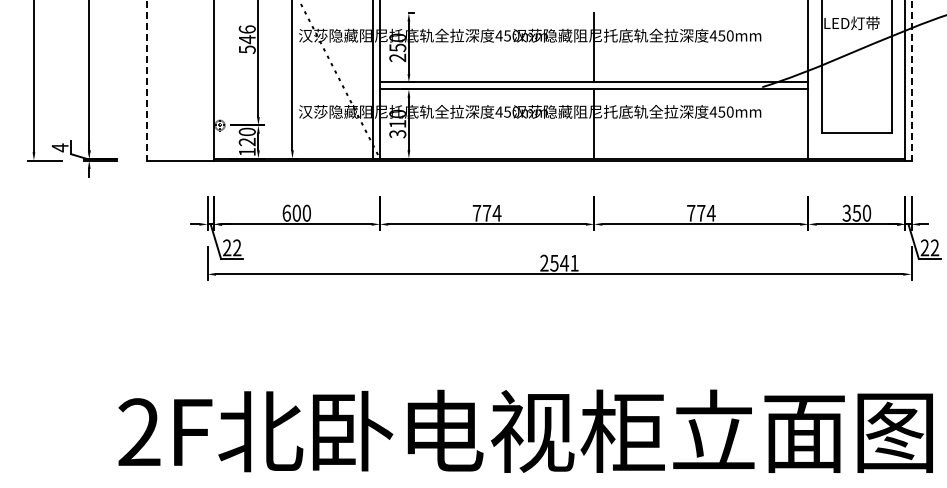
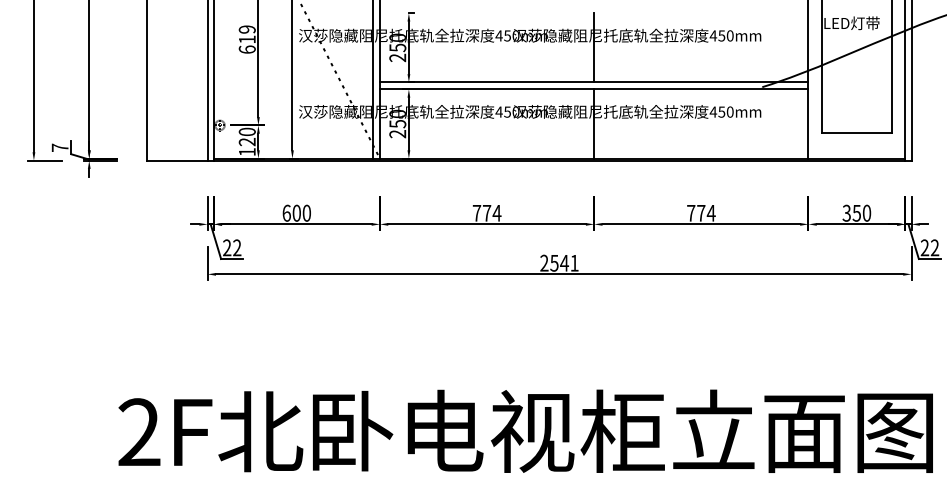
text at (246, 39): 546 -> 619
line at (147, 80): dashed -> solid
line at (911, 80): dashed -> solid
line at (207, 81): none -> present
text at (397, 129): 310 -> 250
text at (59, 147): 4 -> 7
